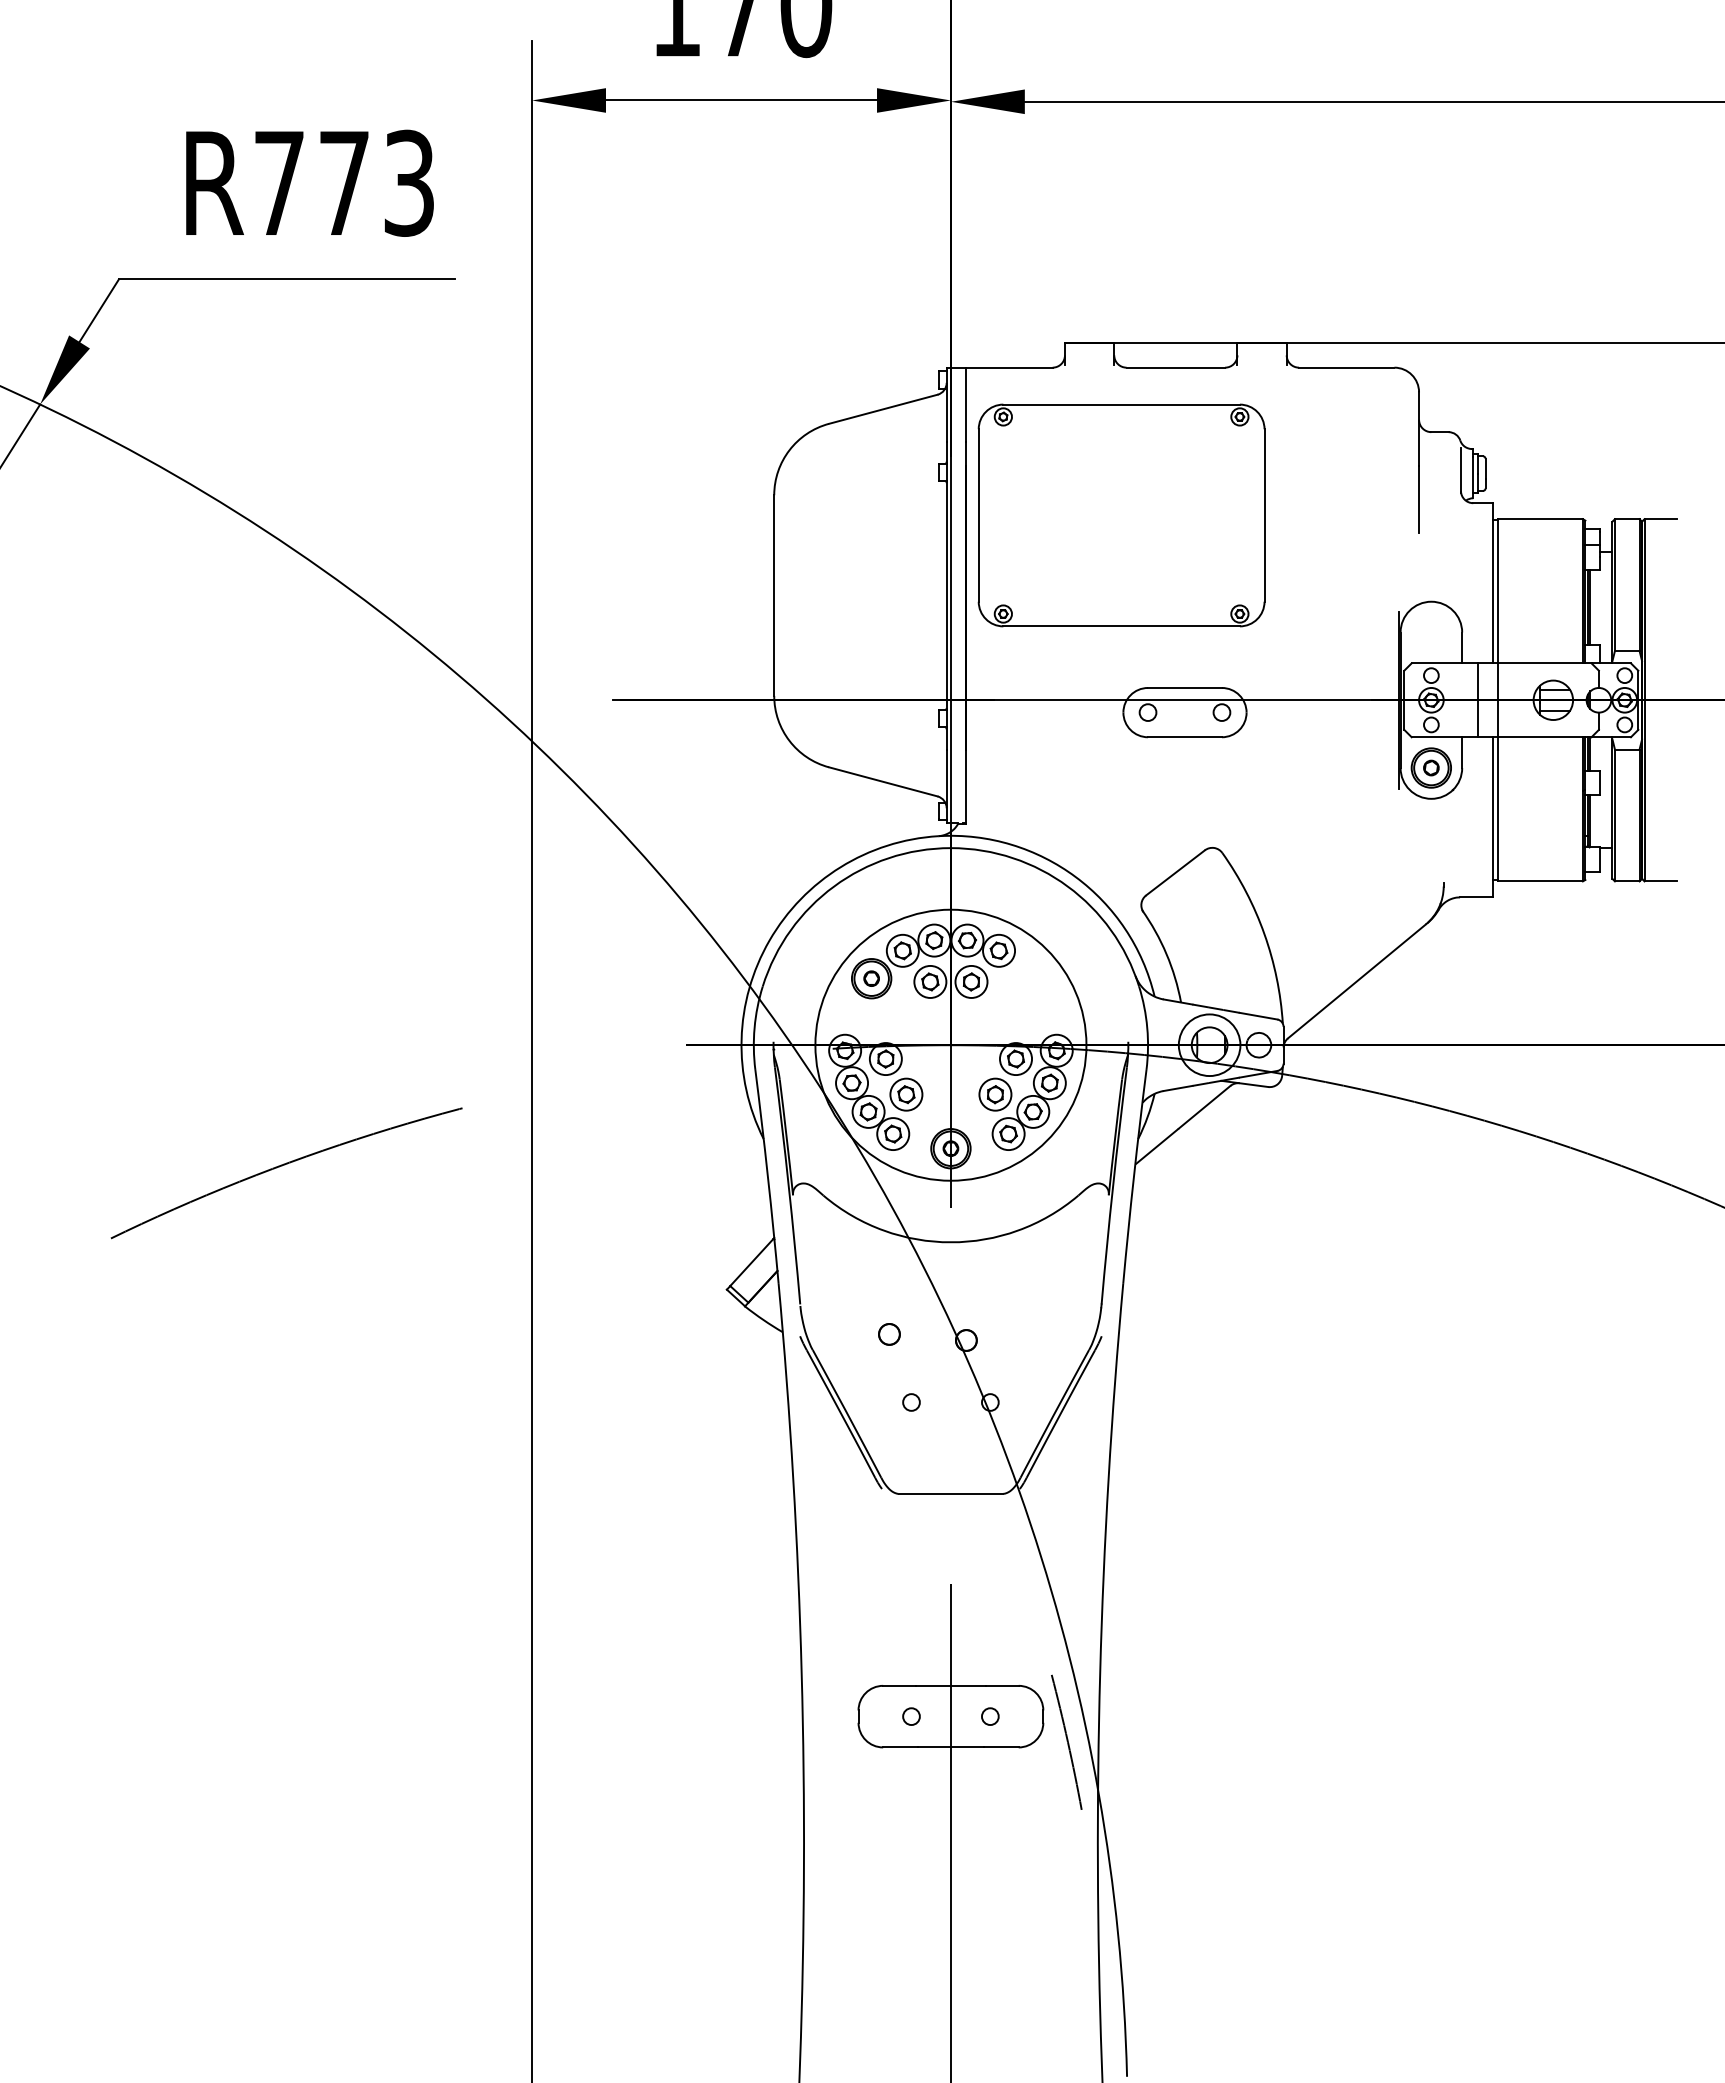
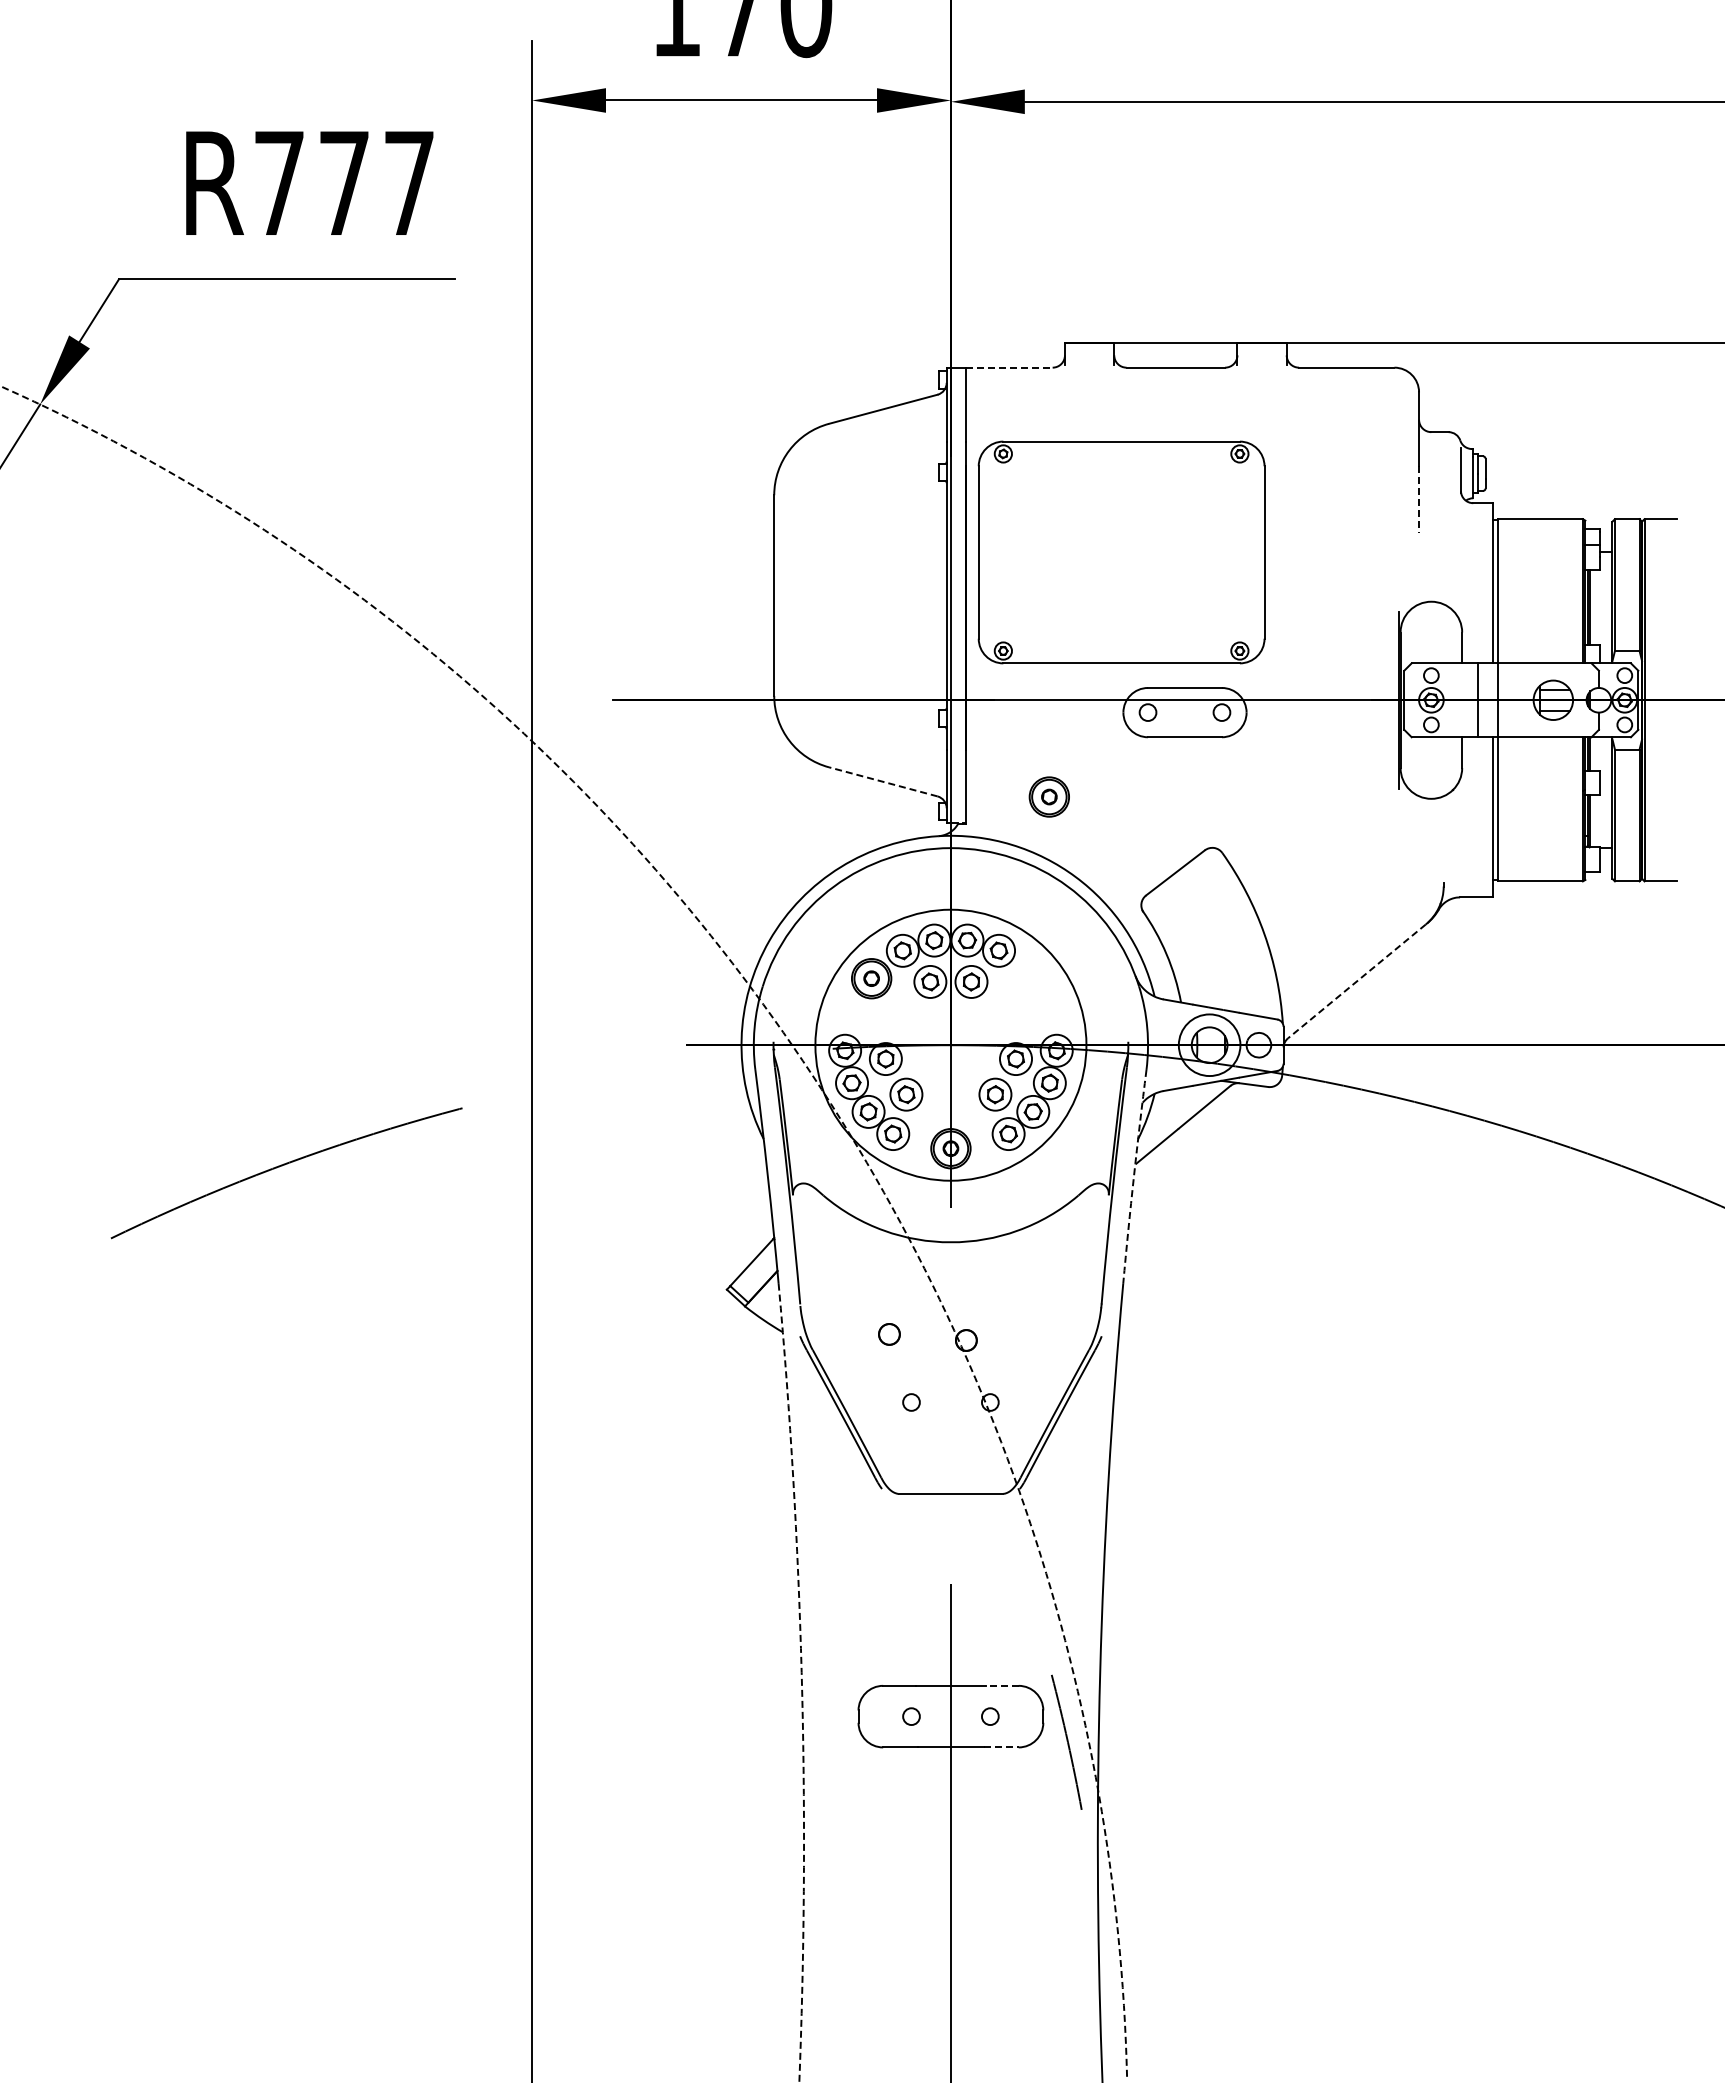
text at (408, 182): R773 -> R777
line at (1010, 367): solid -> dashed
line at (1419, 499): solid -> dashed
part at (1121, 515) position: (1121, 515) -> (1121, 552)
part at (1430, 767) position: (1430, 767) -> (1048, 796)
line at (882, 781): solid -> dashed
line at (1356, 981): solid -> dashed
arc at (807, 1067): solid -> dashed
arc at (1133, 1176): solid -> dashed
arc at (801, 1682): solid -> dashed
line at (1001, 1685): solid -> dashed
line at (1002, 1747): solid -> dashed
